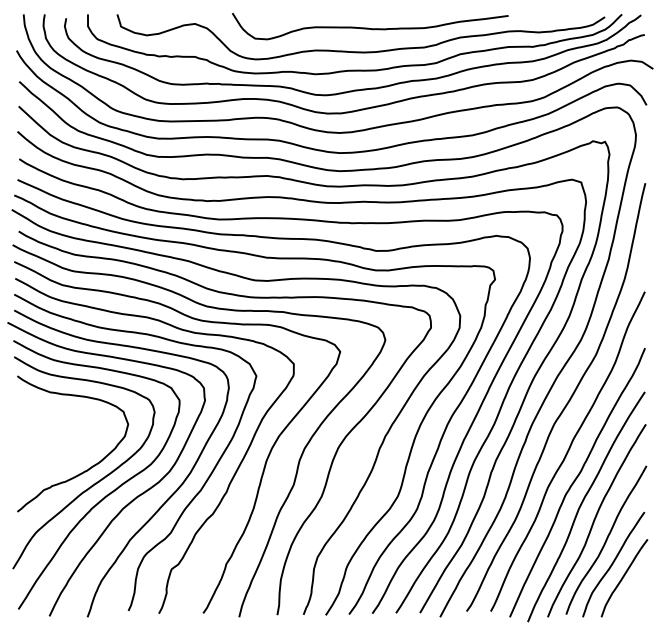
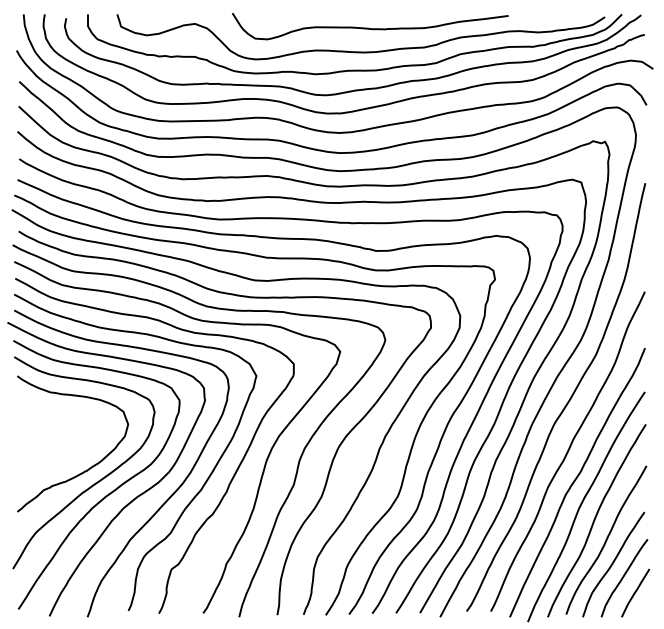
curve at (635, 592): none -> present
